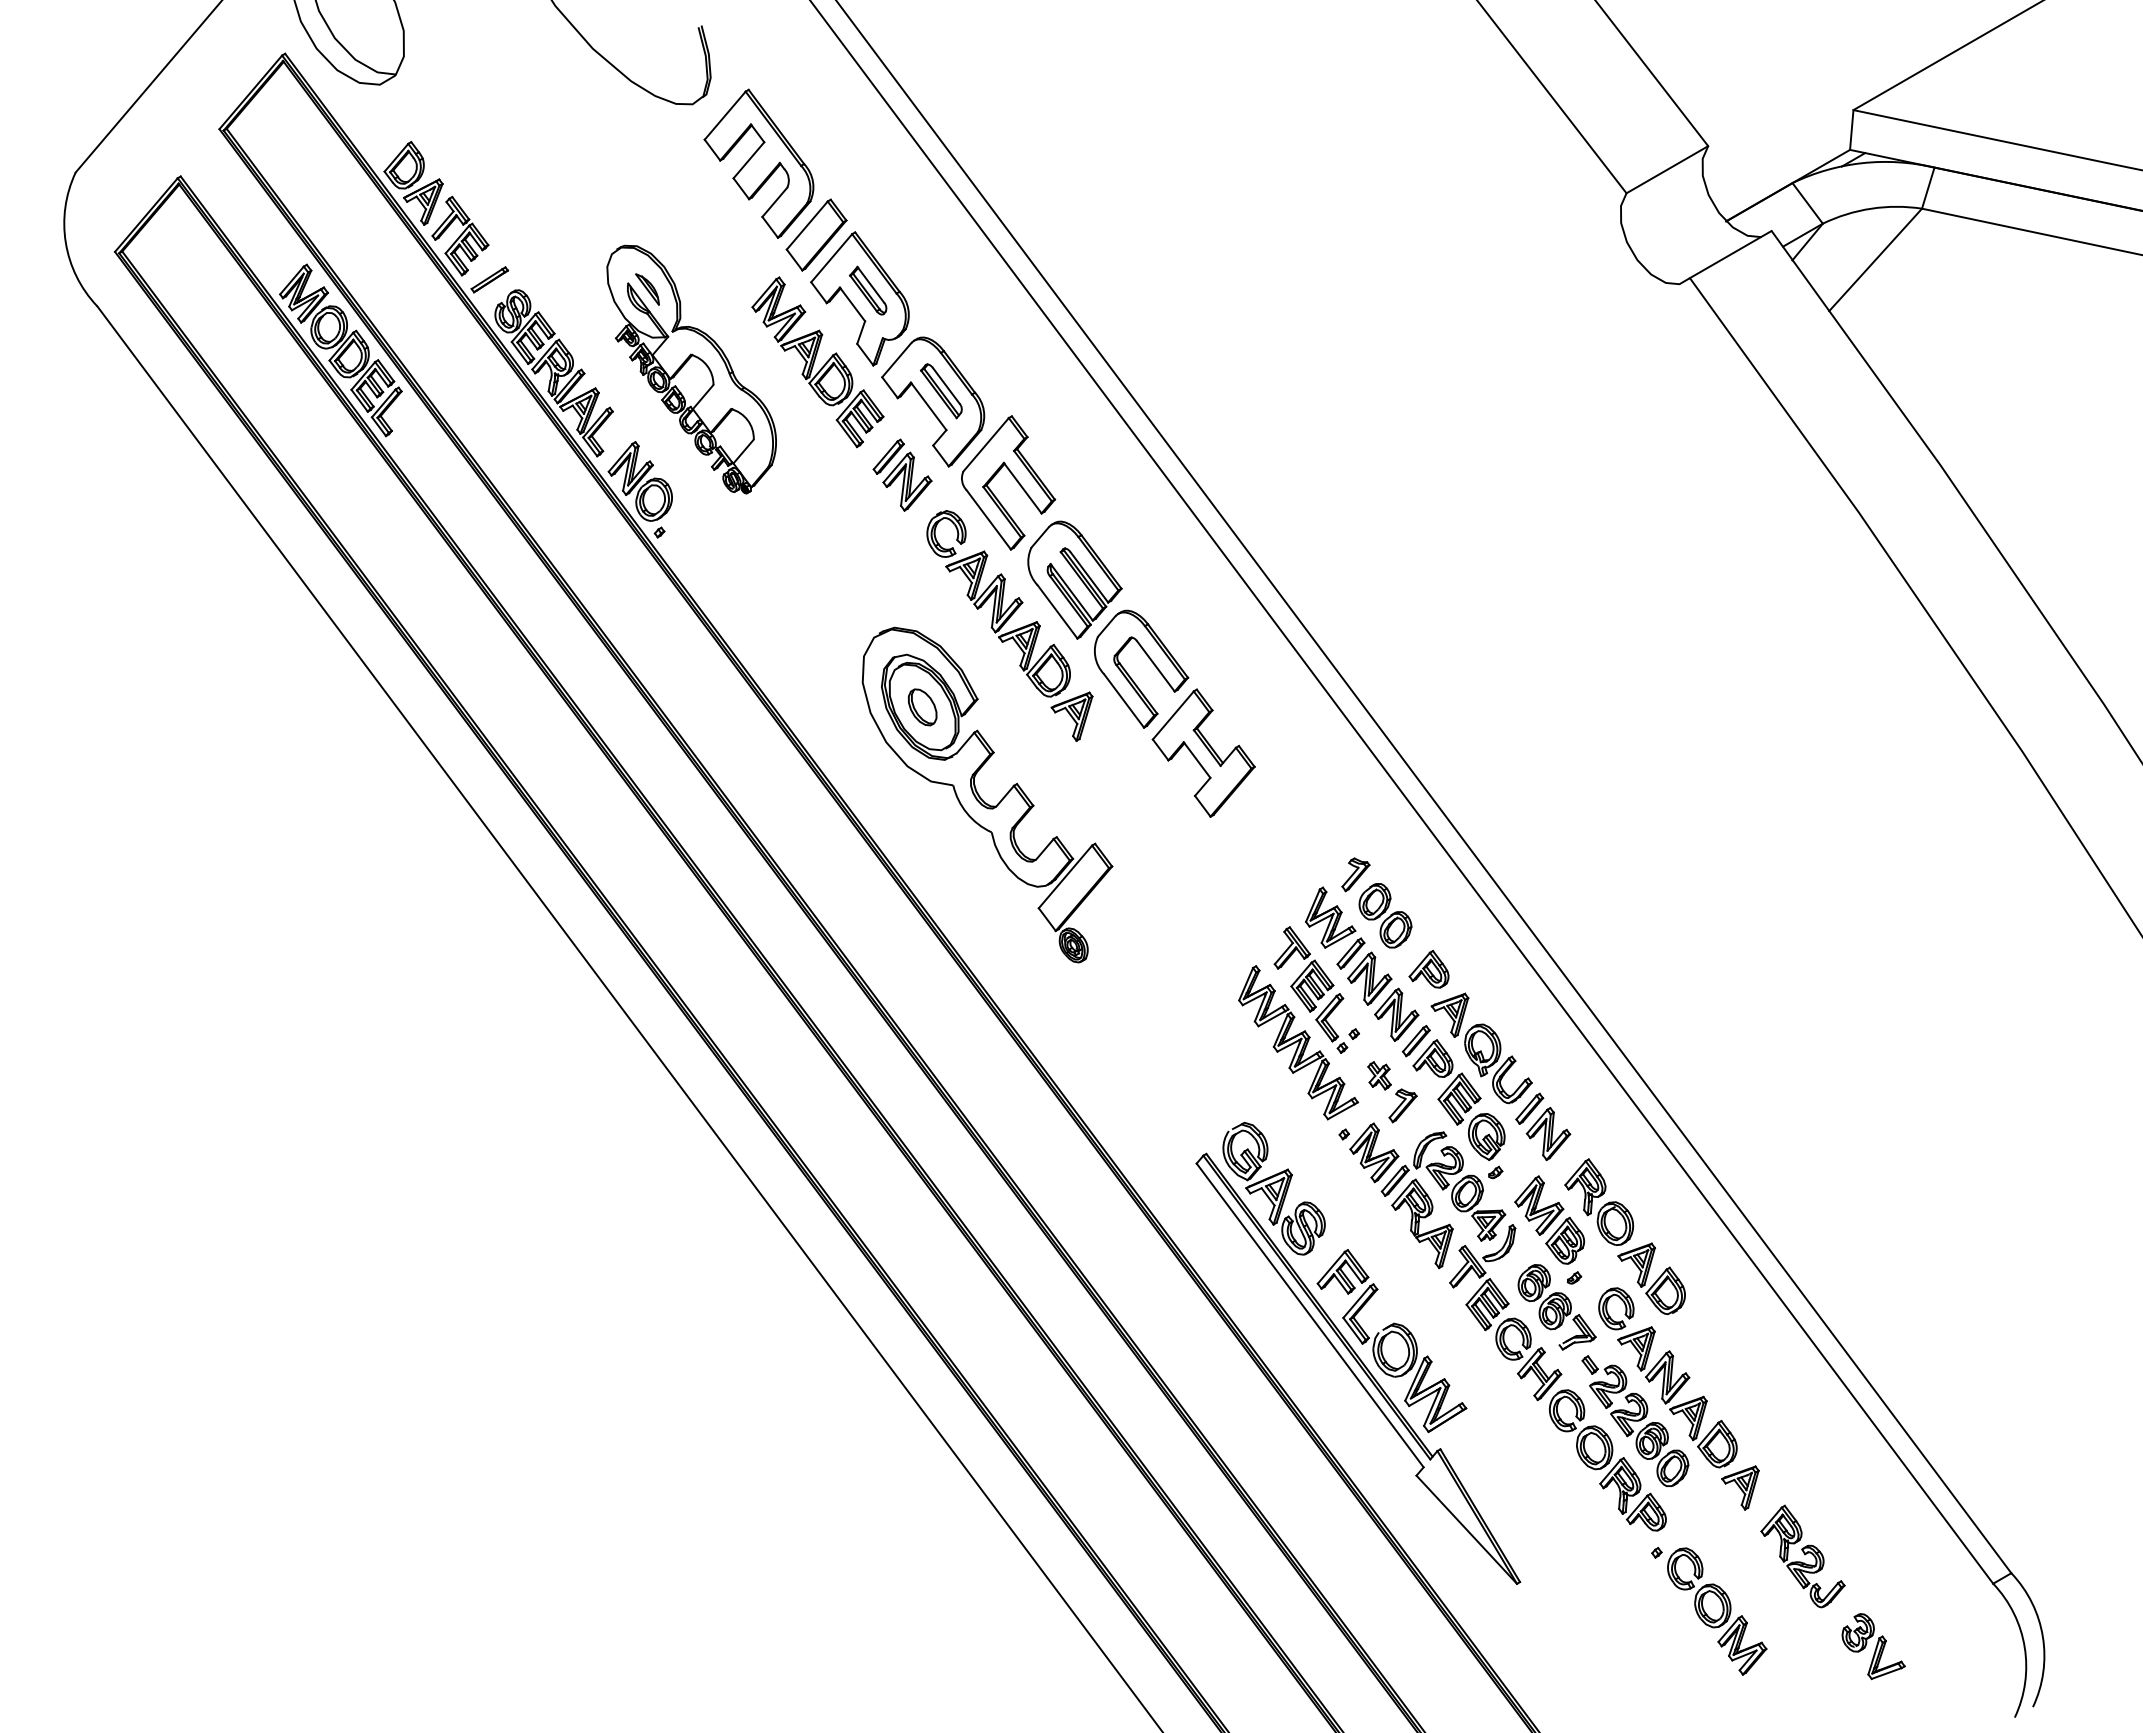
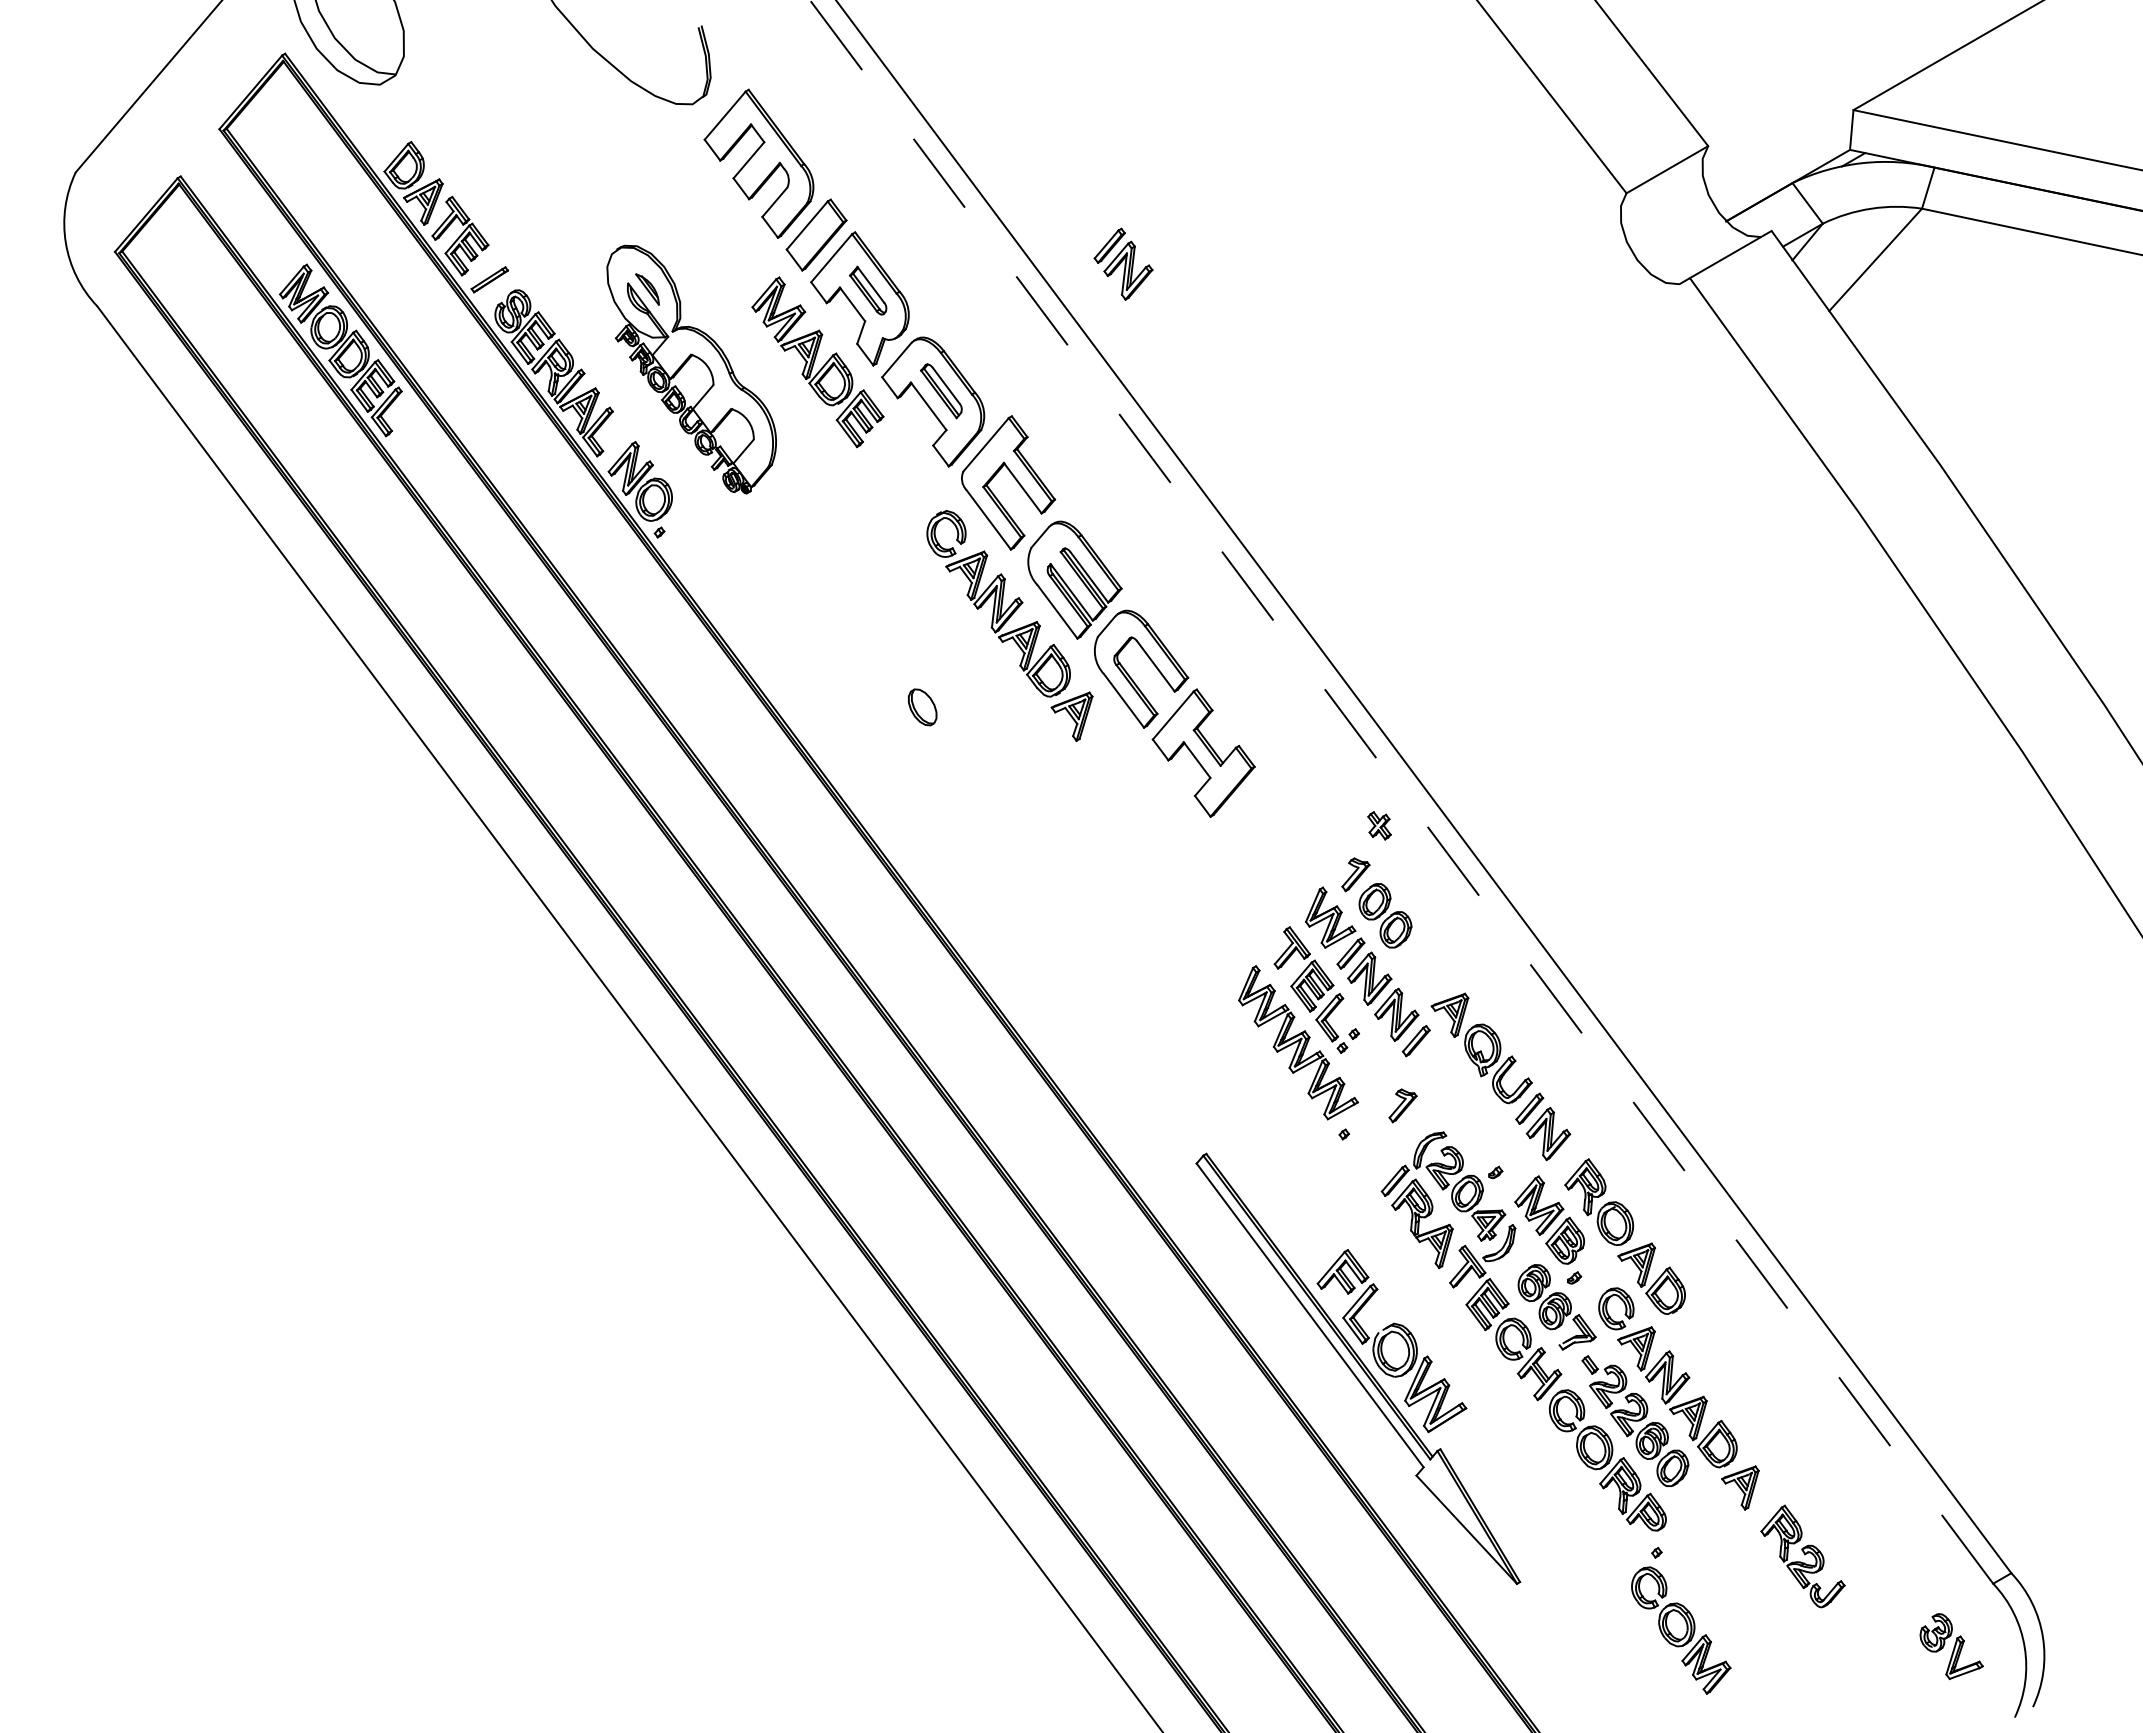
part at (902, 474) position: (902, 474) -> (1123, 263)
line at (1401, 791): solid -> dashed
part at (981, 797): present -> none
part at (1428, 968): present -> none
part at (1379, 1075) position: (1379, 1075) -> (1379, 825)
part at (1458, 1100): present -> none
part at (1374, 1152): present -> none
part at (1273, 1188): present -> none
part at (1717, 1611) position: (1717, 1611) -> (1681, 1630)
part at (1873, 1646) position: (1873, 1646) -> (1951, 1646)
